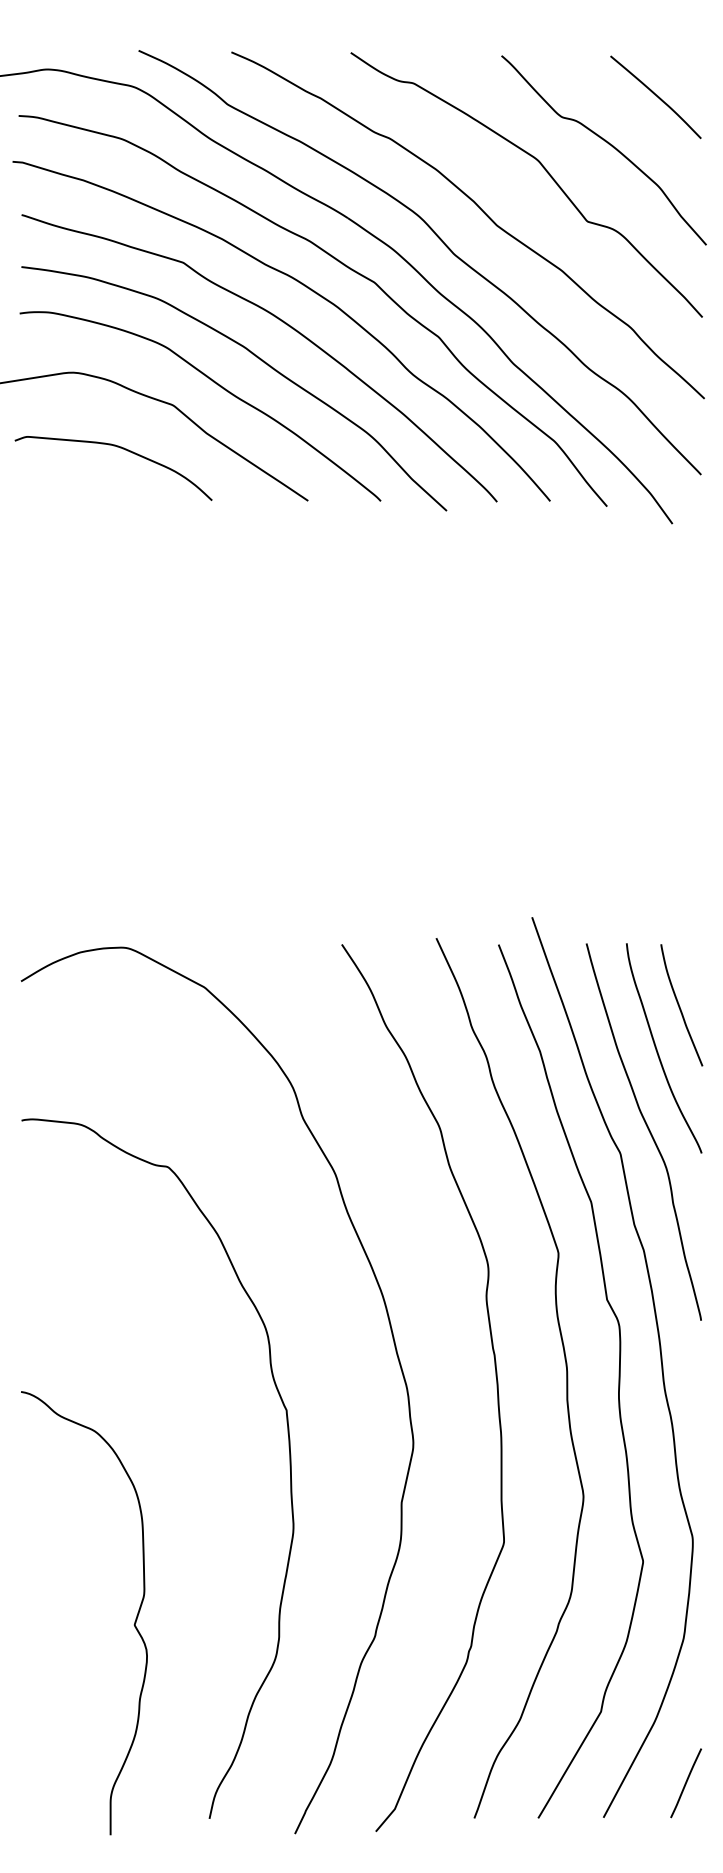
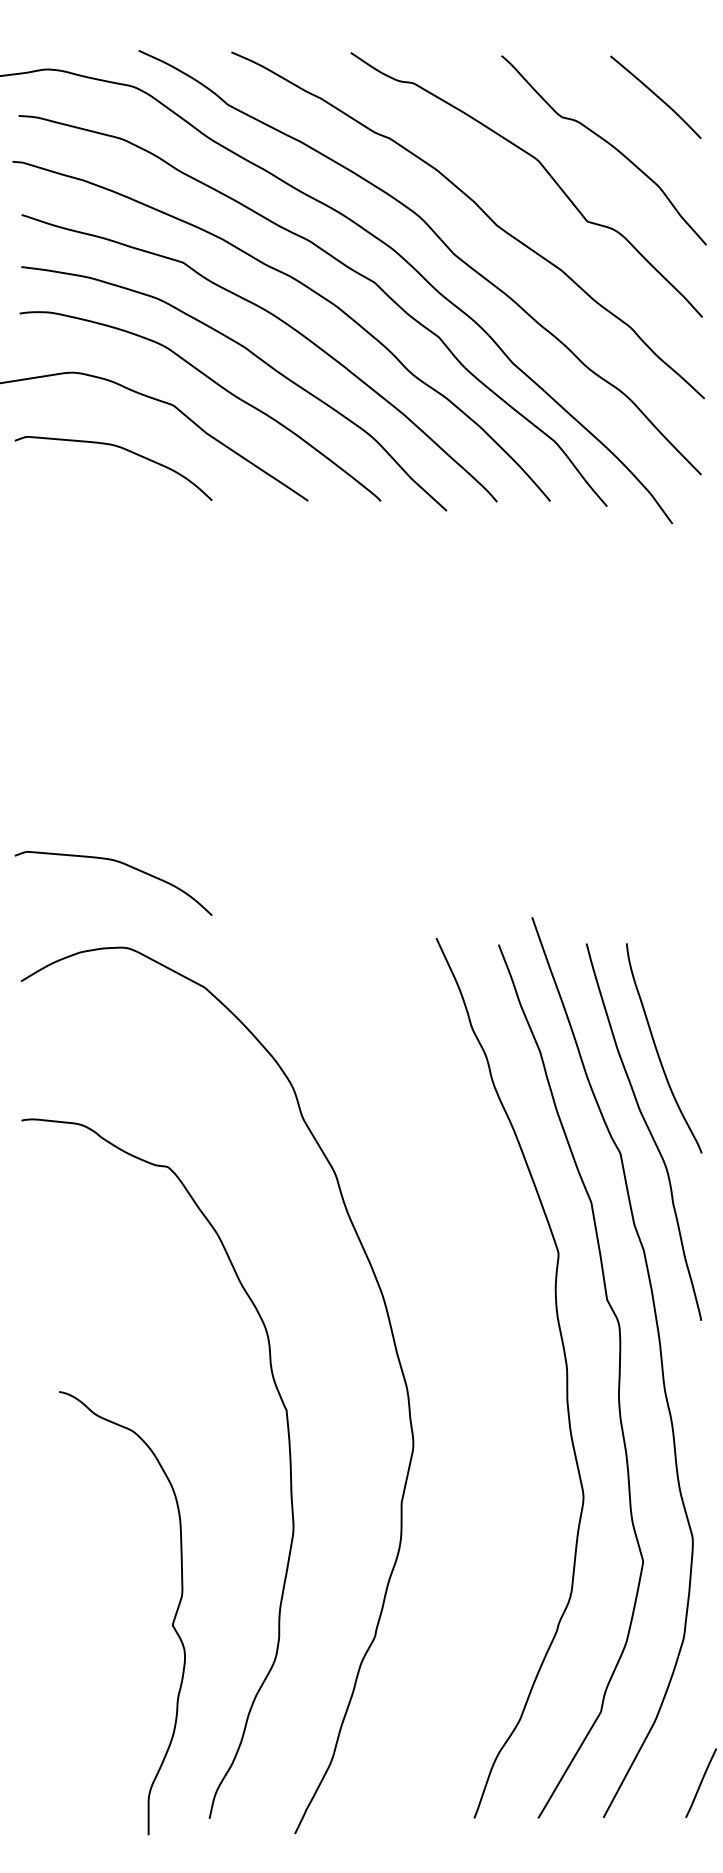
curve at (122, 864): none -> present
curve at (680, 1006): present -> none
curve at (495, 1376): present -> none
curve at (133, 1624) position: (133, 1624) -> (171, 1624)
line at (685, 1783) position: (685, 1783) -> (700, 1783)
